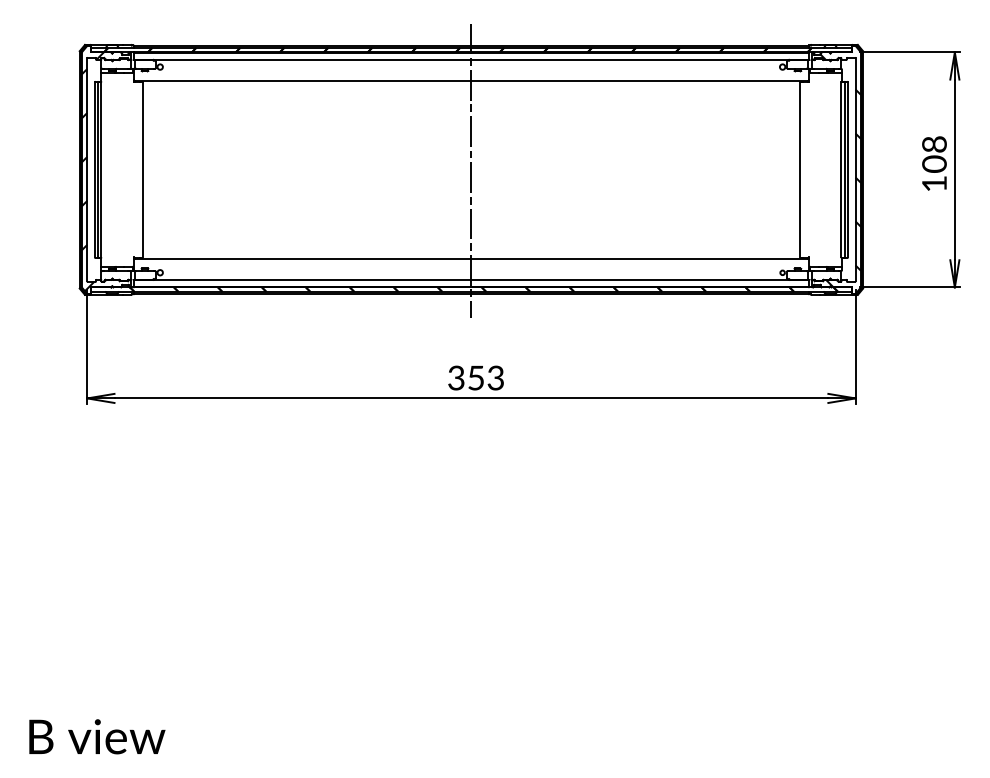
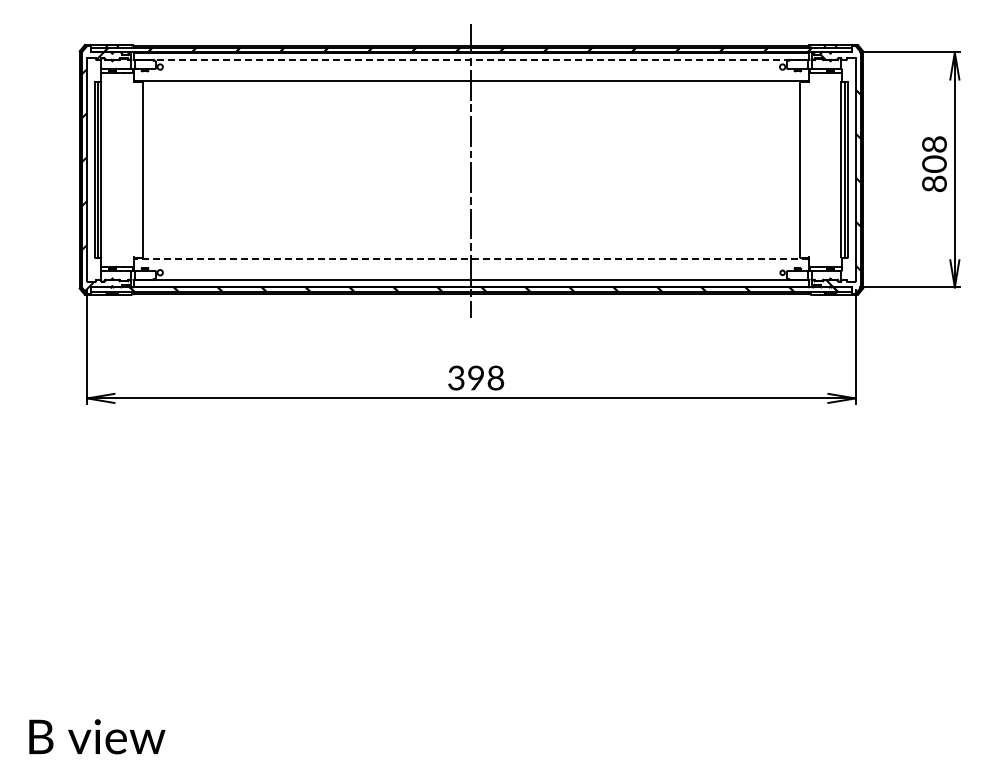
line at (471, 60): solid -> dashed
text at (934, 183): 108 -> 808
line at (470, 258): solid -> dashed
text at (486, 377): 353 -> 398
